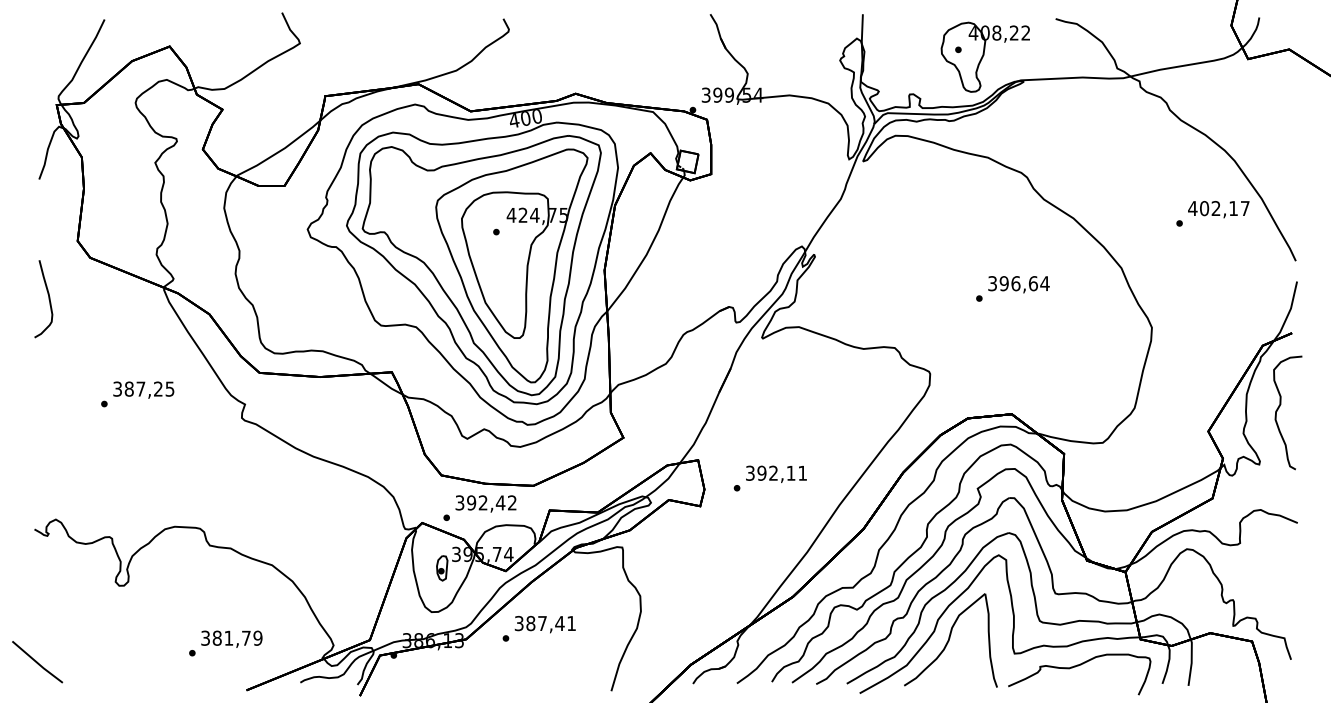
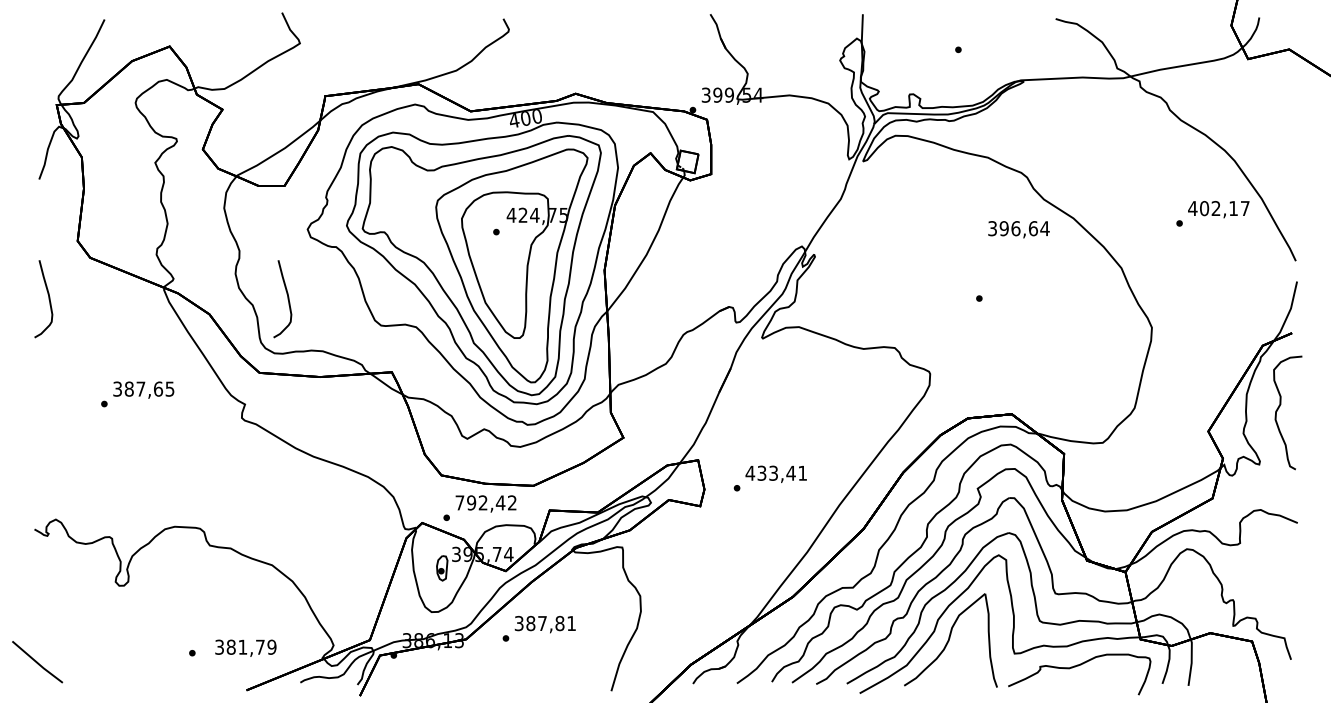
part at (984, 56): present -> none
text at (1018, 284) position: (1018, 284) -> (1018, 229)
curve at (287, 299): none -> present
text at (158, 388): 387,25 -> 387,65
text at (770, 472): 392,11 -> 433,41
text at (459, 502): 392,42 -> 792,42
text at (559, 623): 387,41 -> 387,81
text at (231, 638) position: (231, 638) -> (245, 647)
